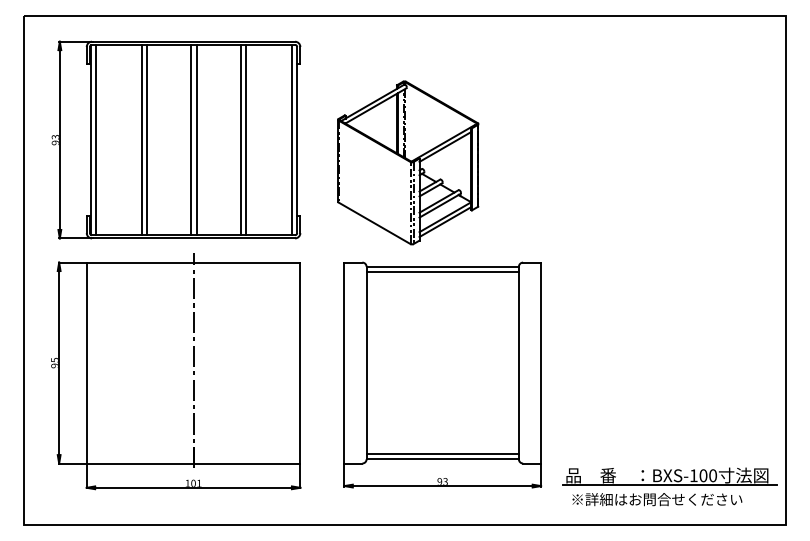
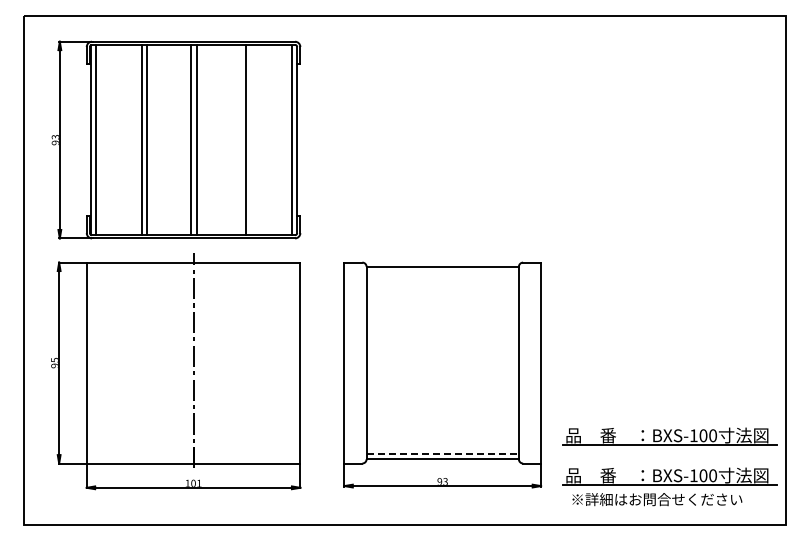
line at (241, 139): present -> none
part at (408, 162): present -> none
line at (442, 272): present -> none
part at (669, 436): none -> present
line at (443, 454): solid -> dashed
